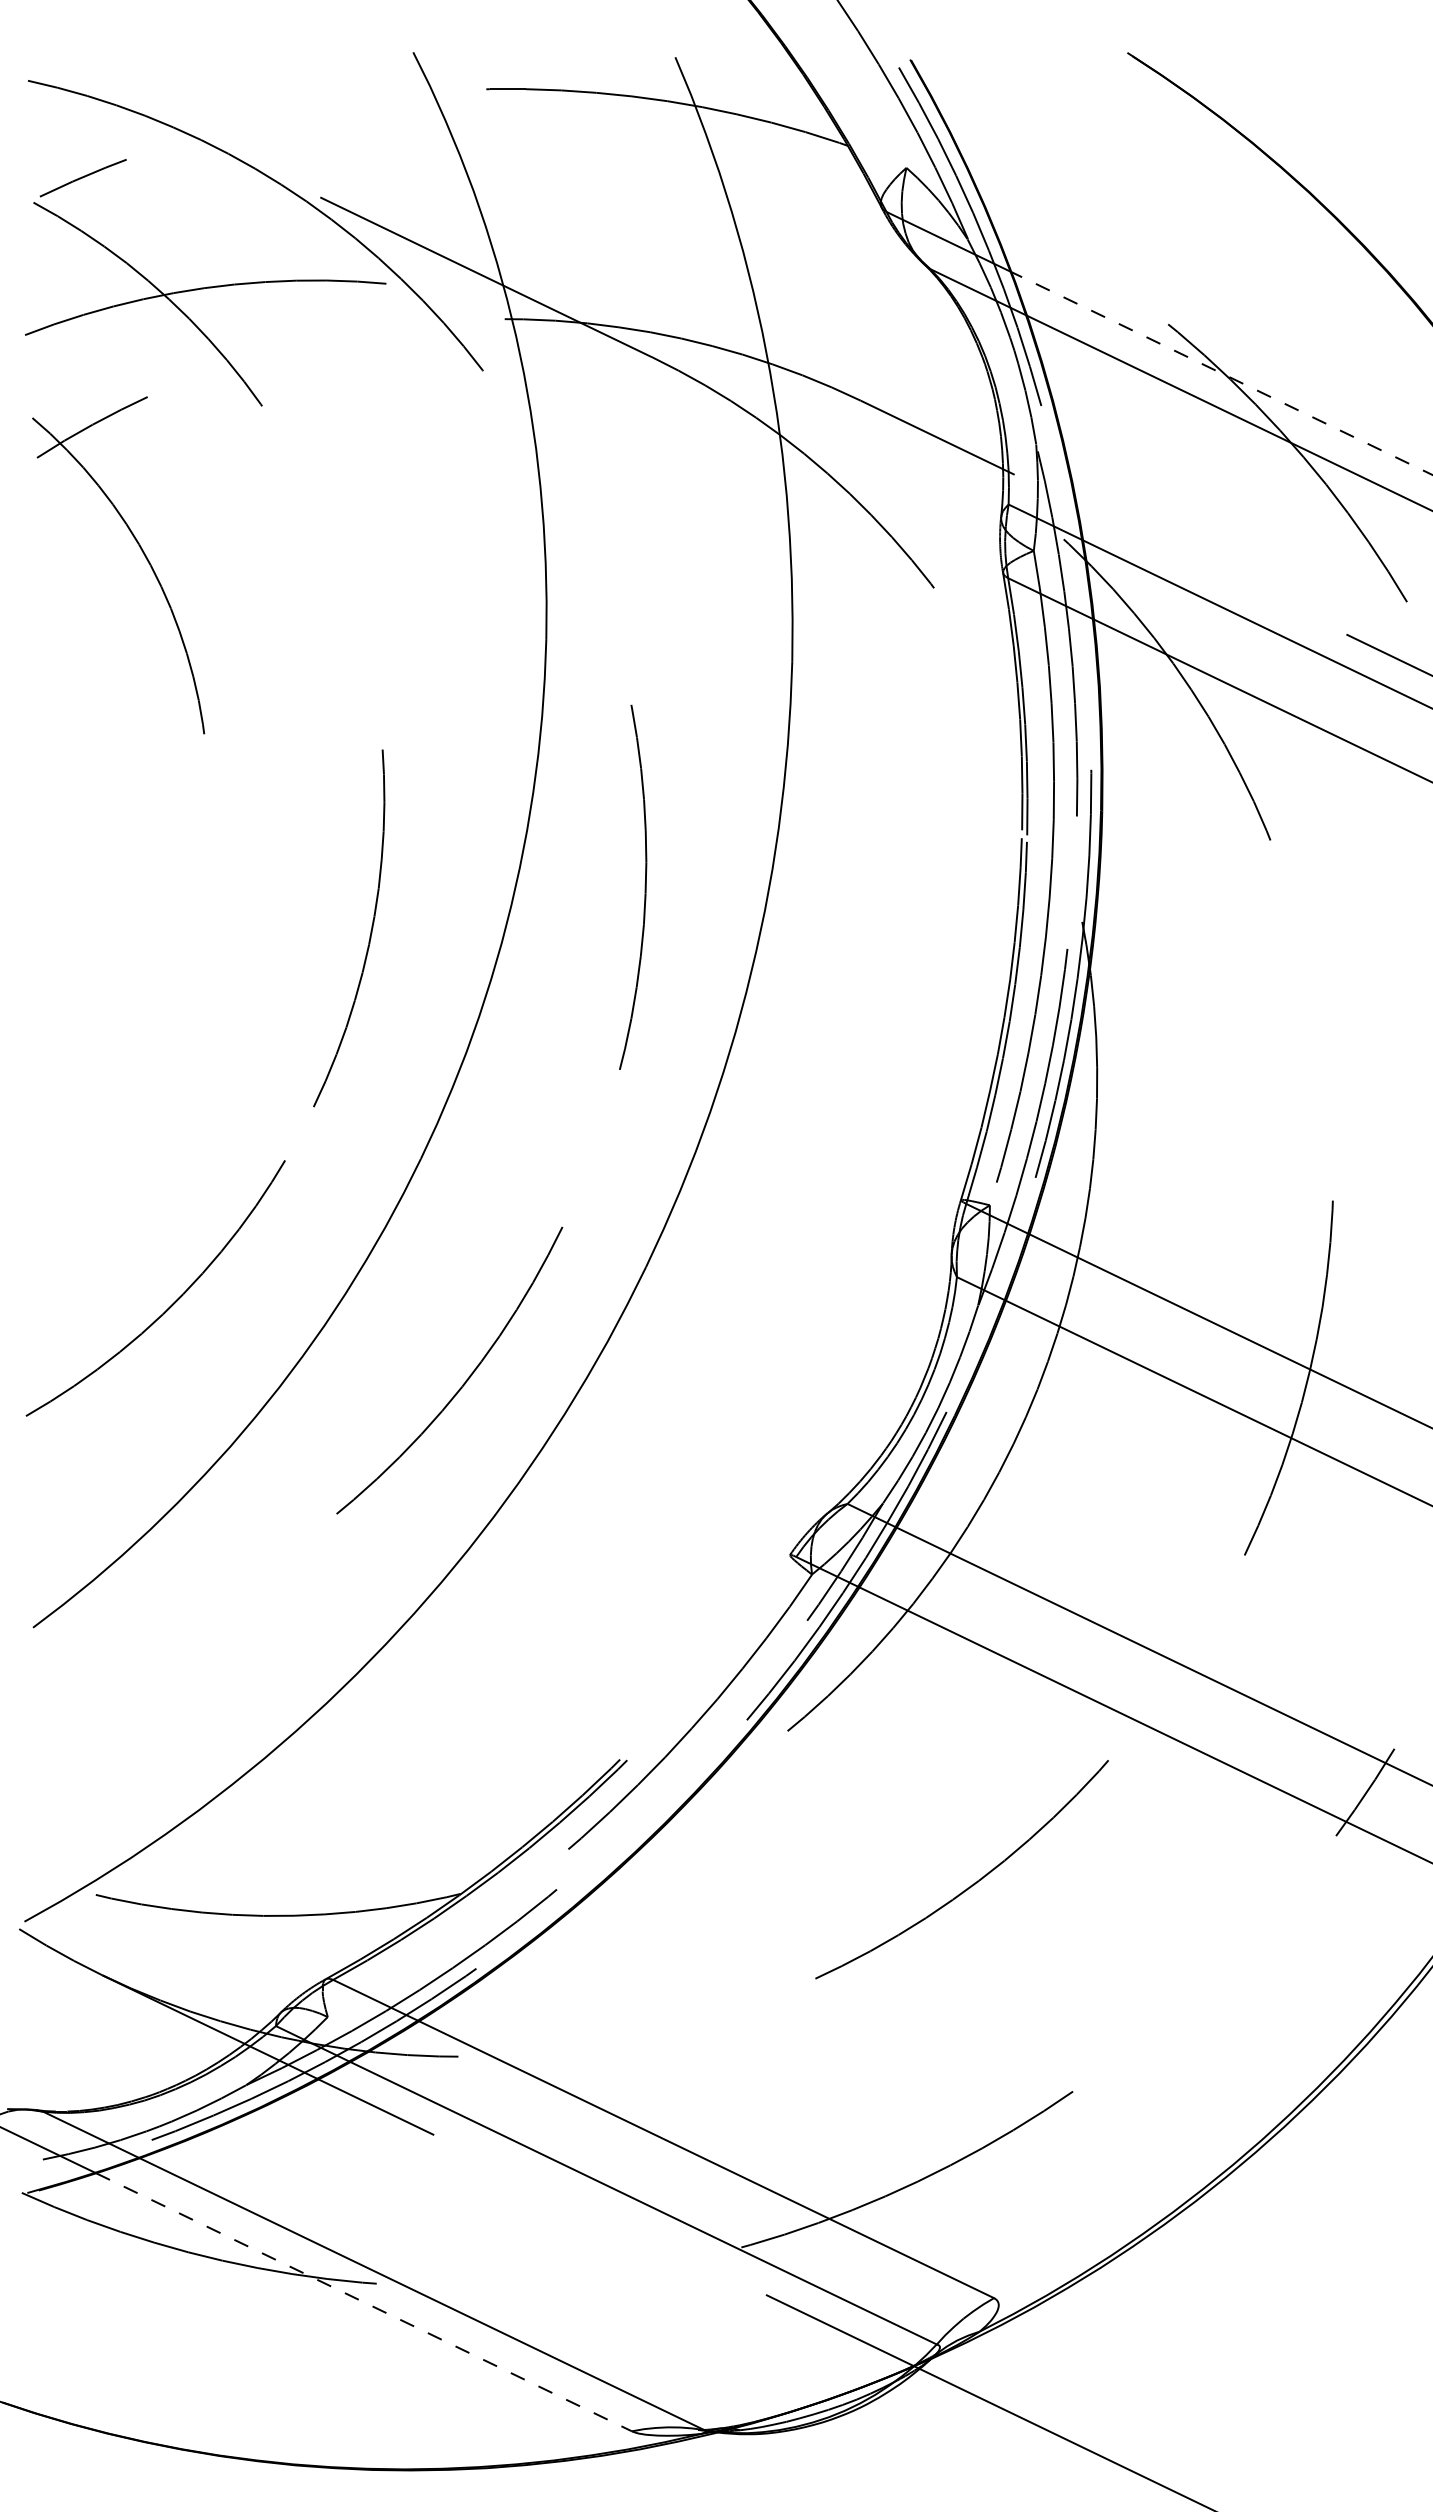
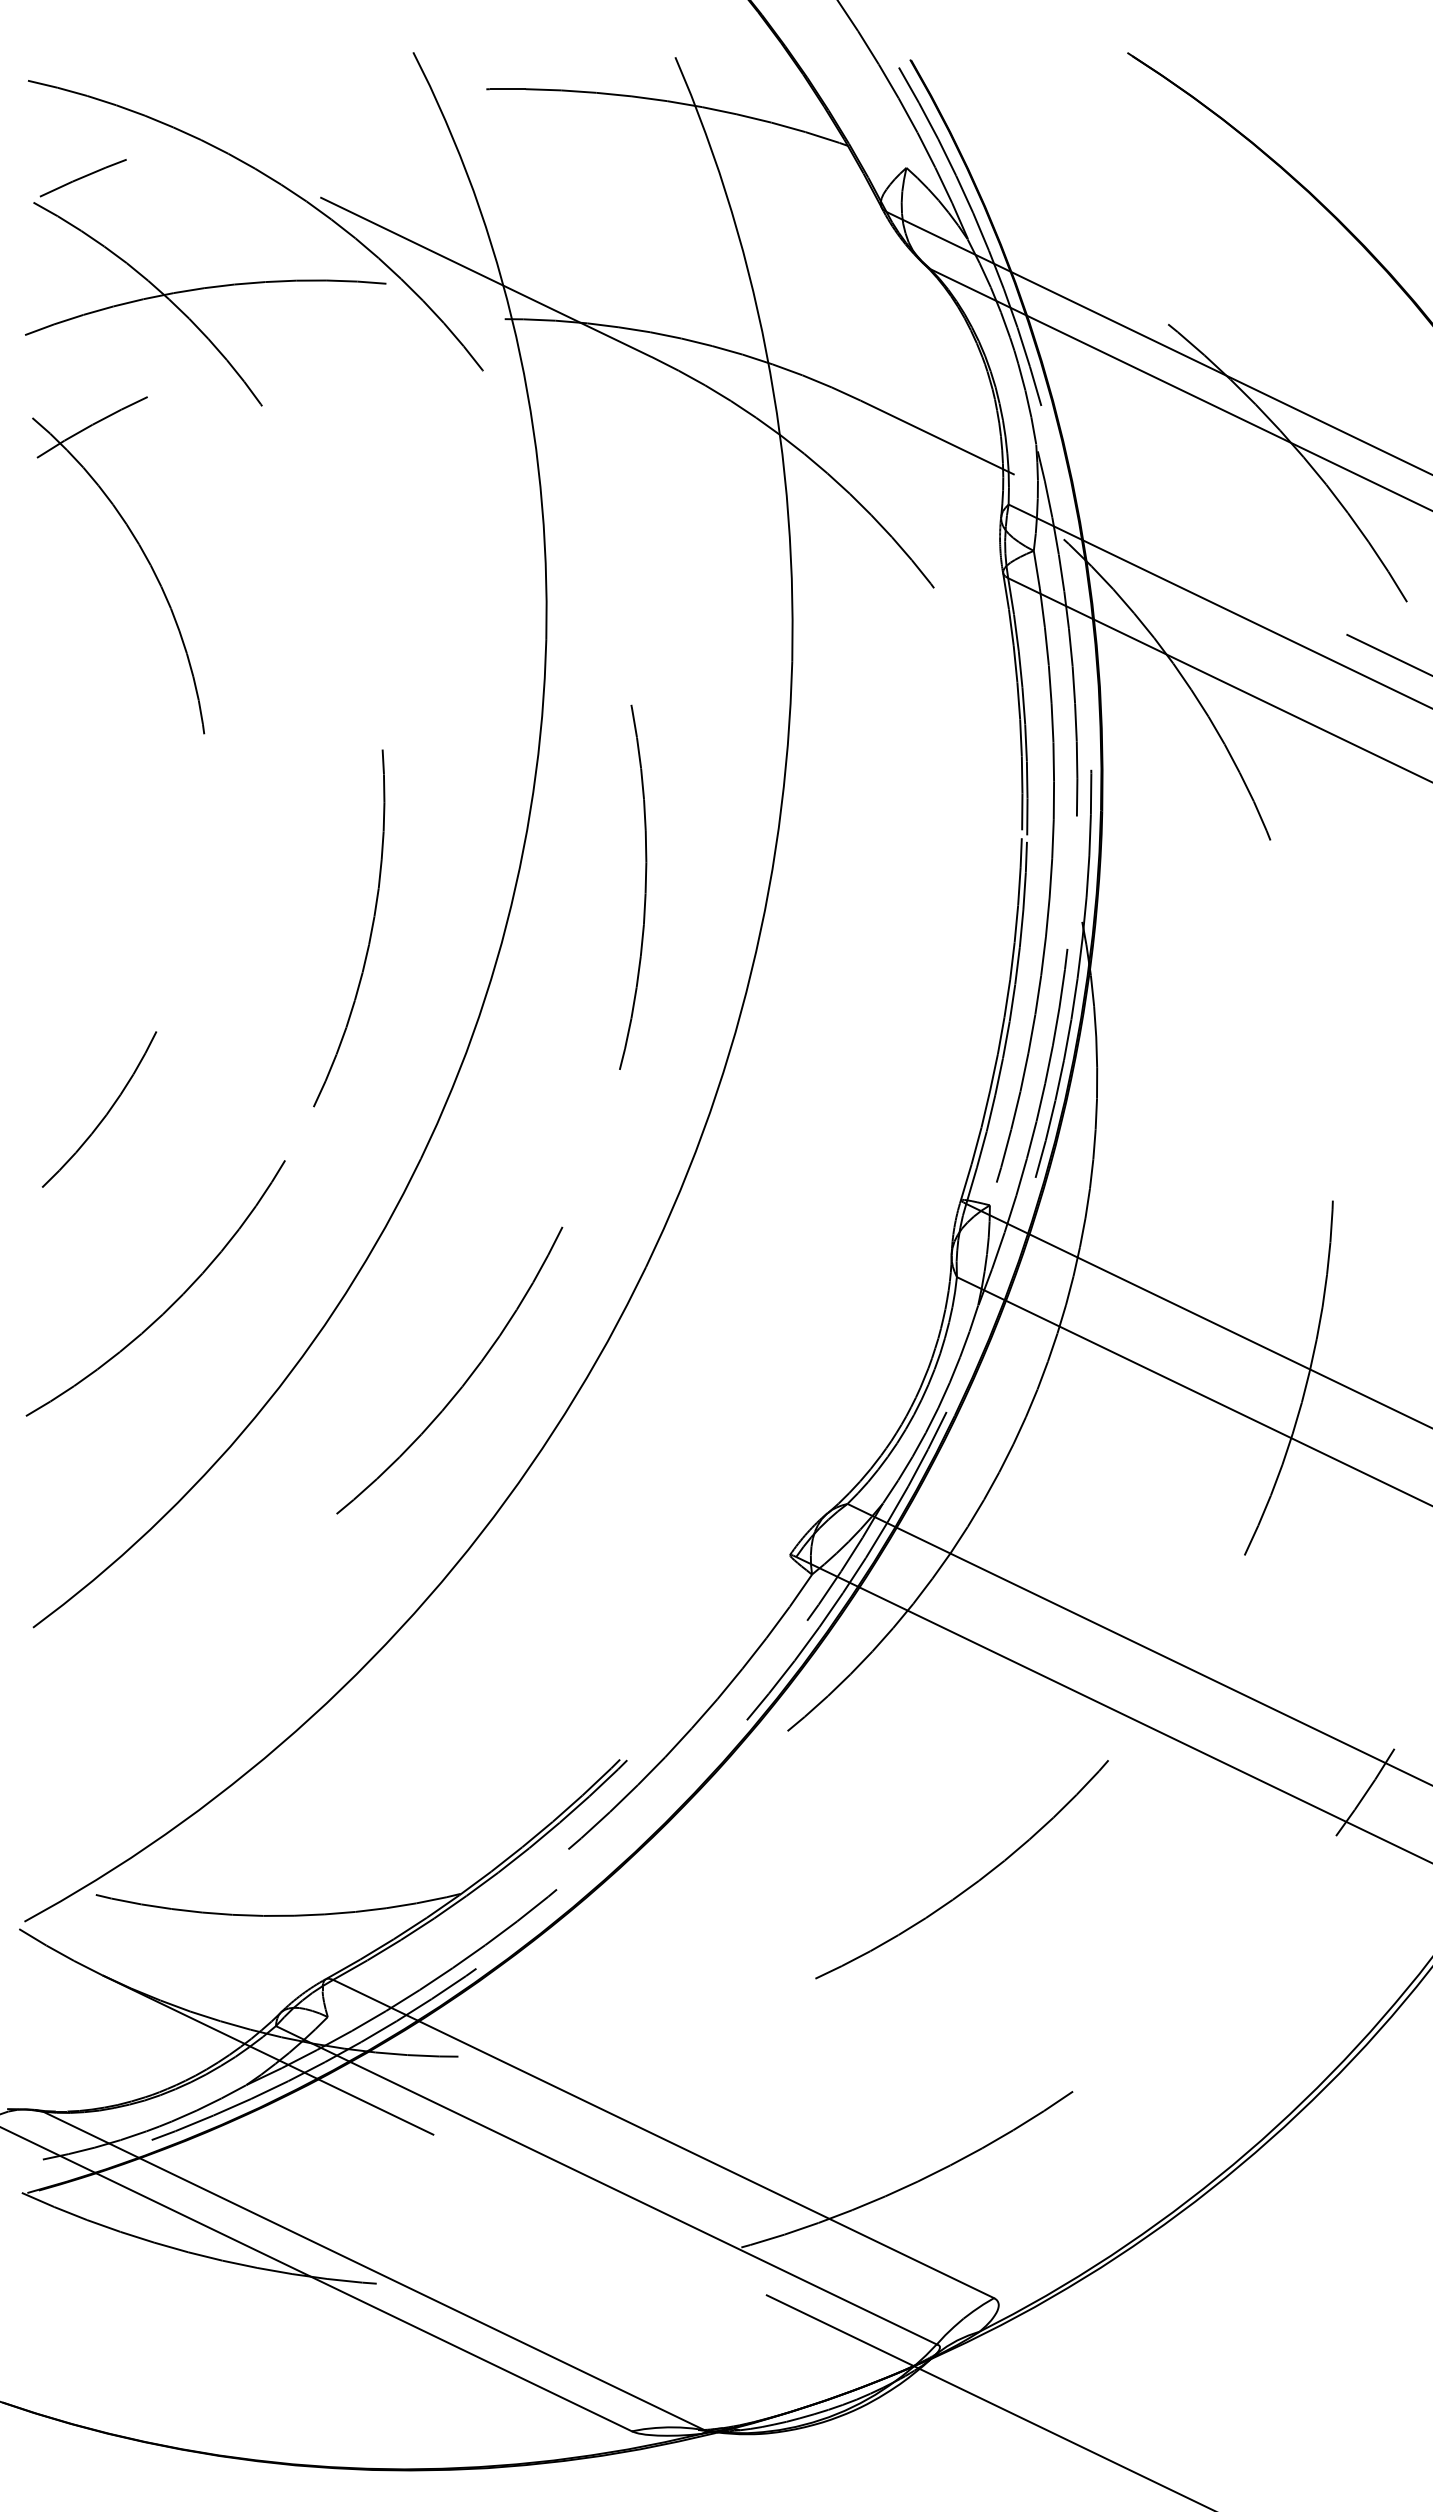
line at (1222, 373): dashed -> solid
curve at (105, 1114): none -> present
line at (364, 2302): dashed -> solid
